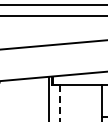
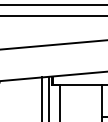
line at (42, 97): none -> present
line at (60, 103): dashed -> solid
